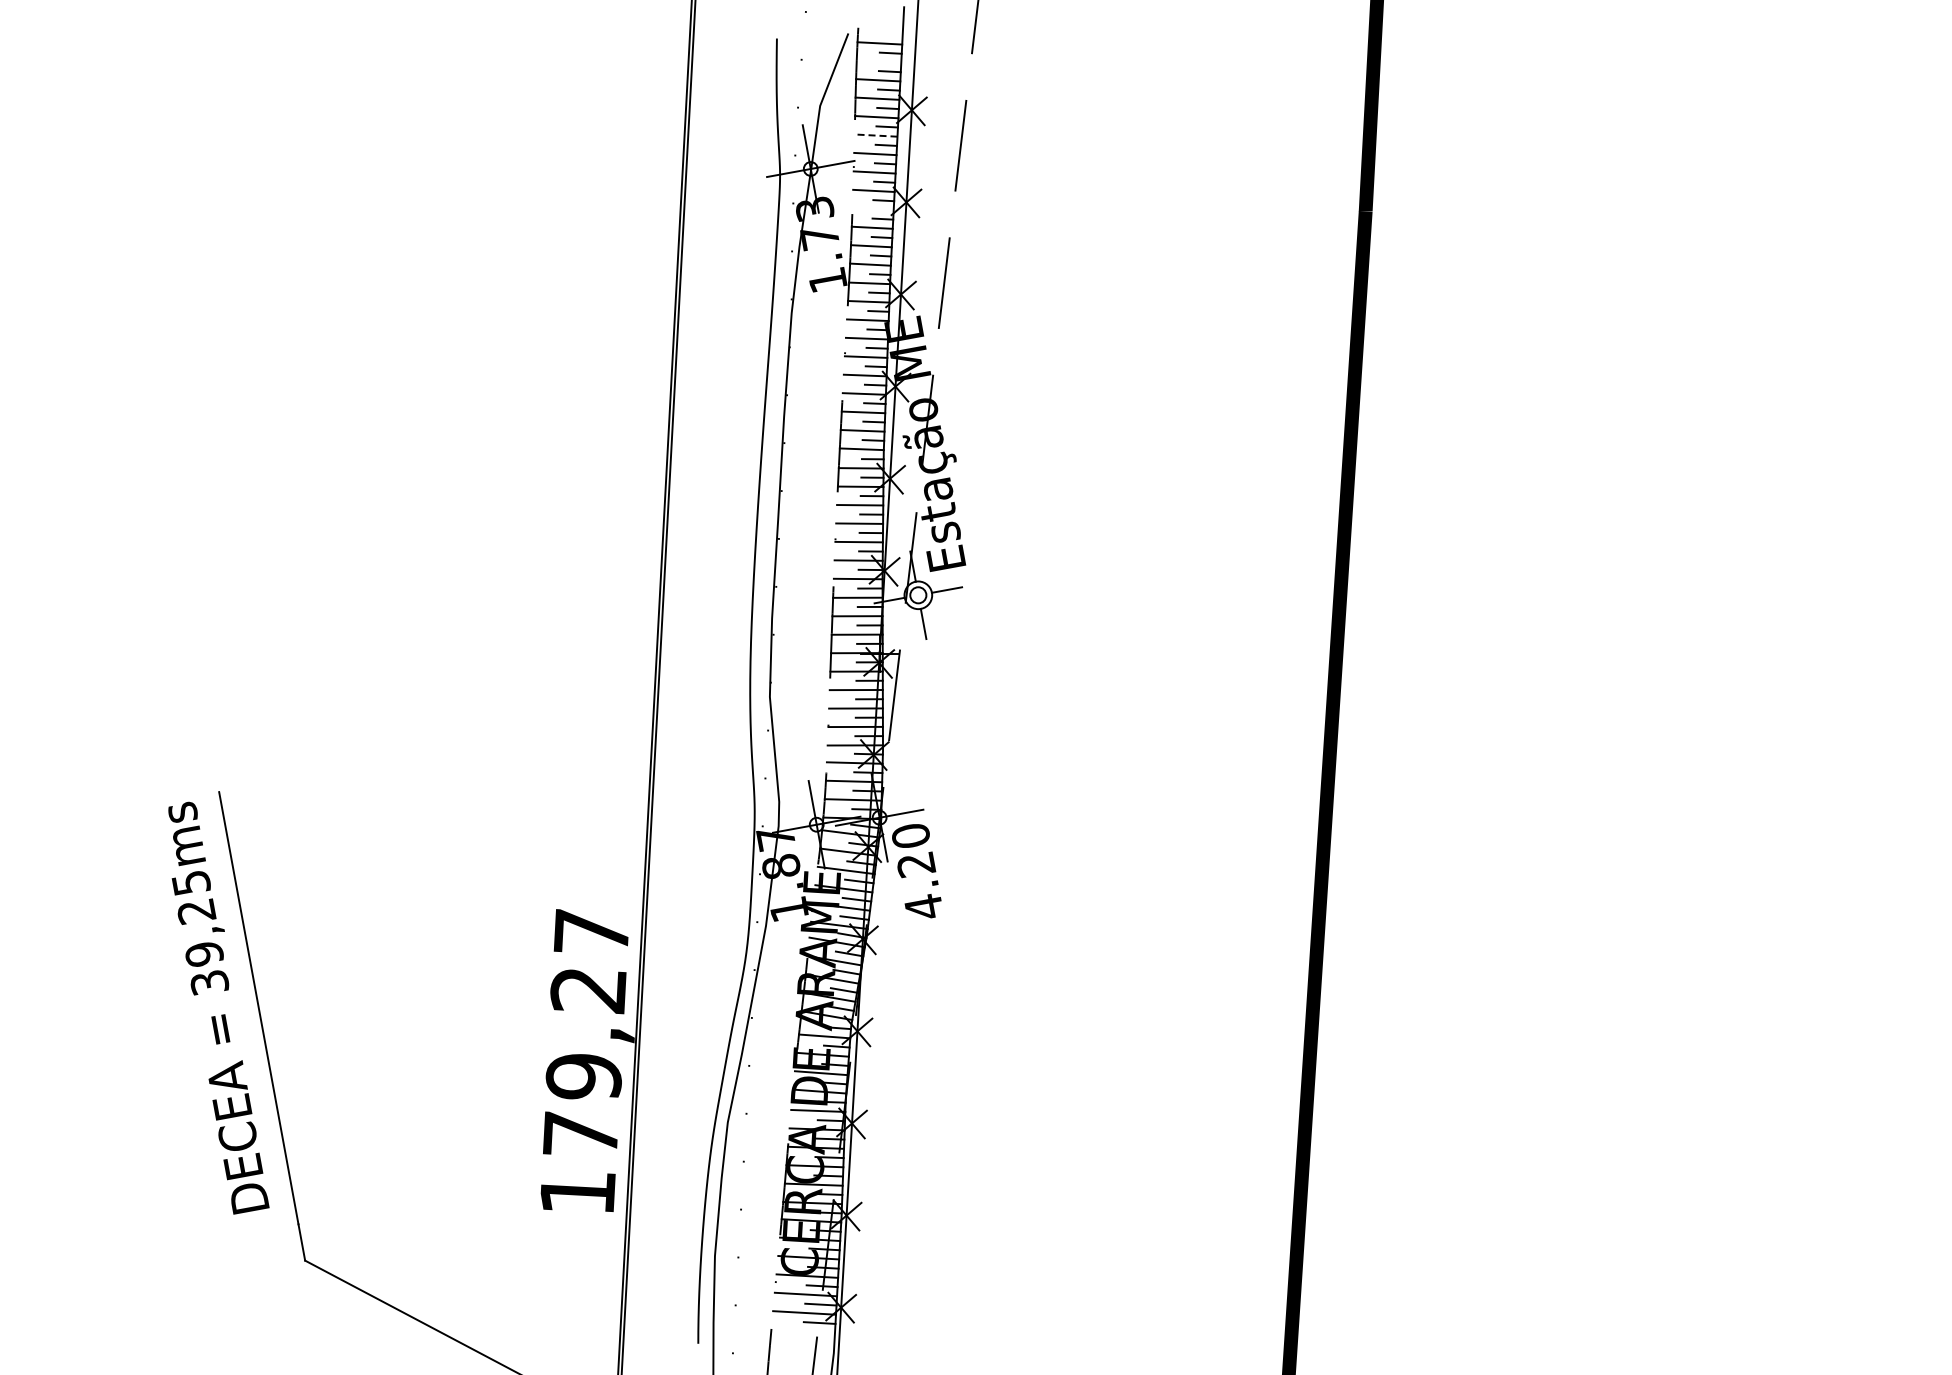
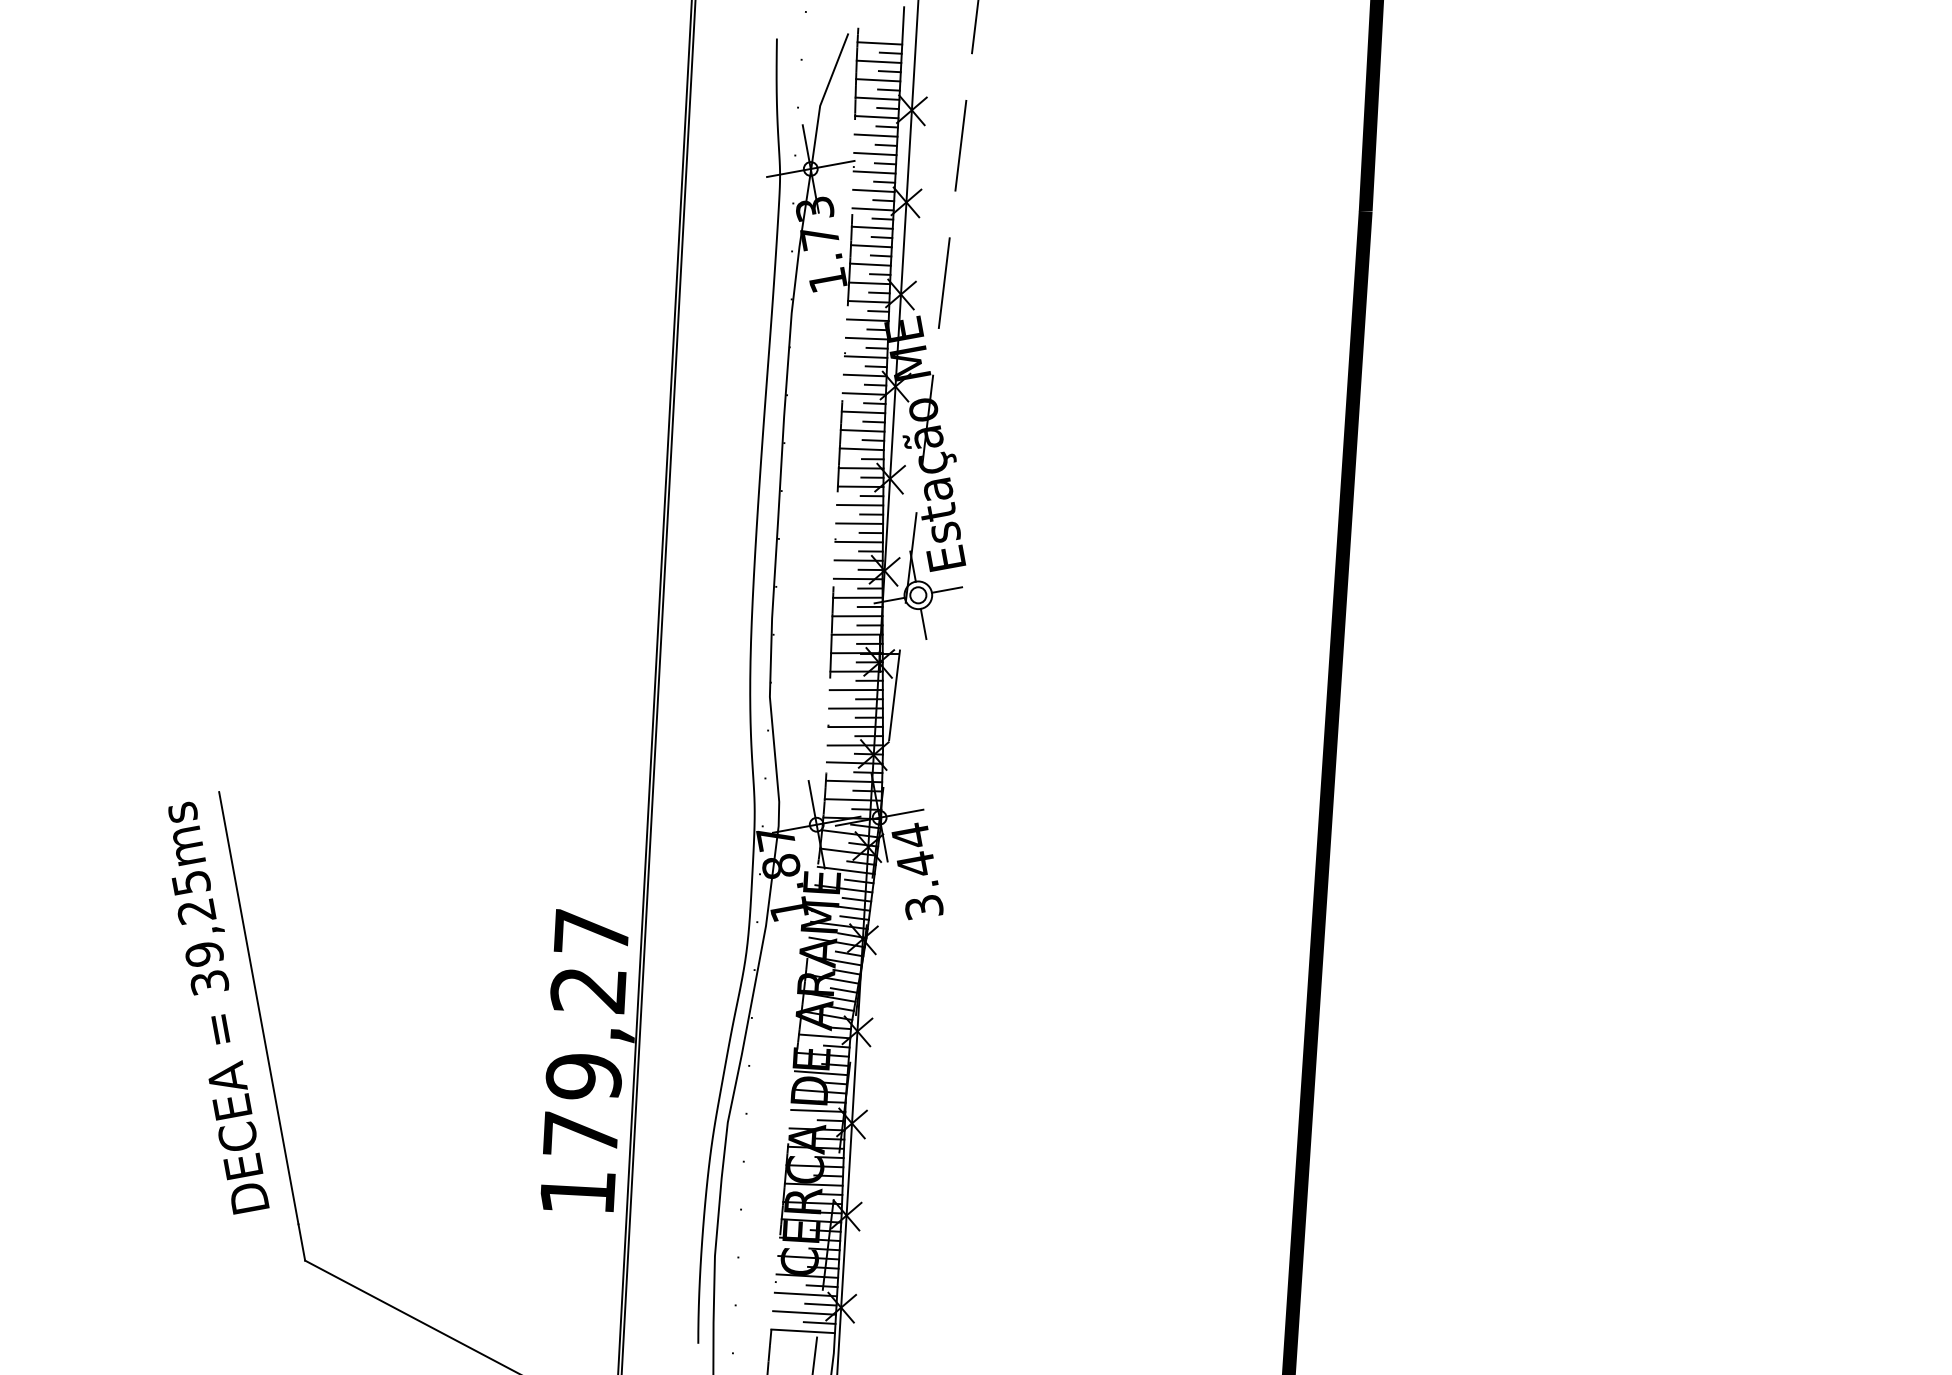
line at (878, 61): none -> present
line at (875, 135): dashed -> solid
line at (872, 209): none -> present
text at (917, 871): 4.20 -> 3.44
line at (802, 1331): none -> present
